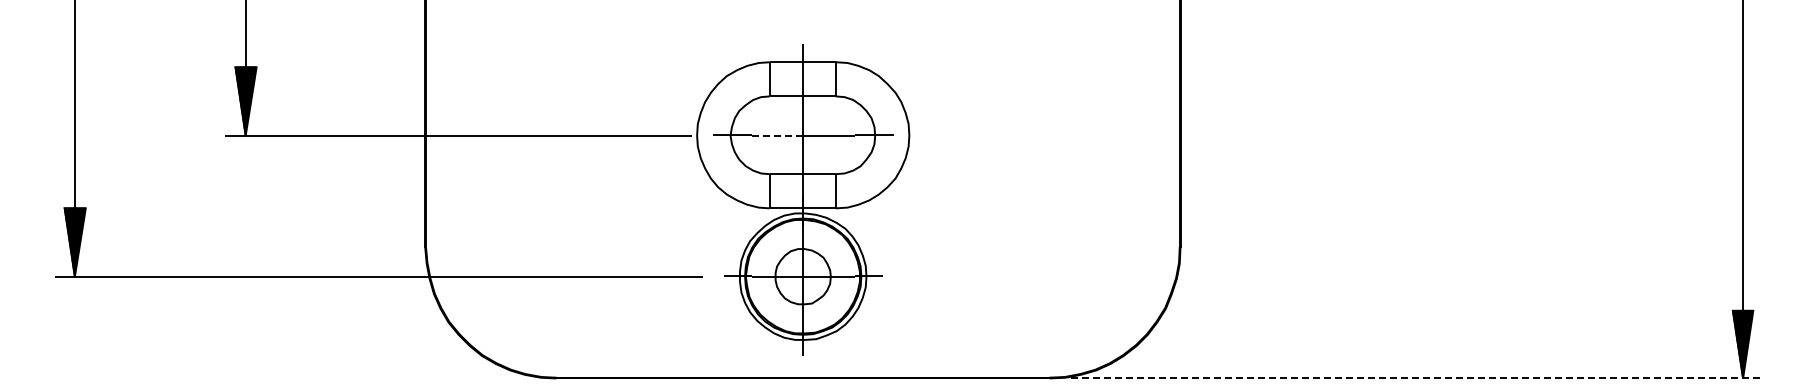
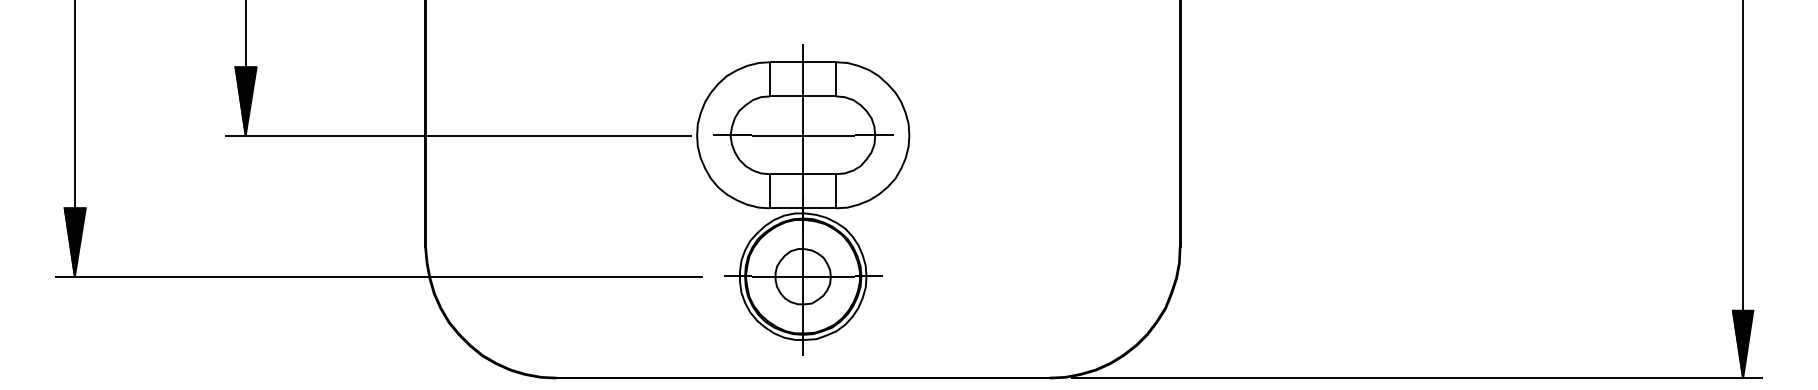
line at (777, 135): dashed -> solid
line at (1417, 378): dashed -> solid
